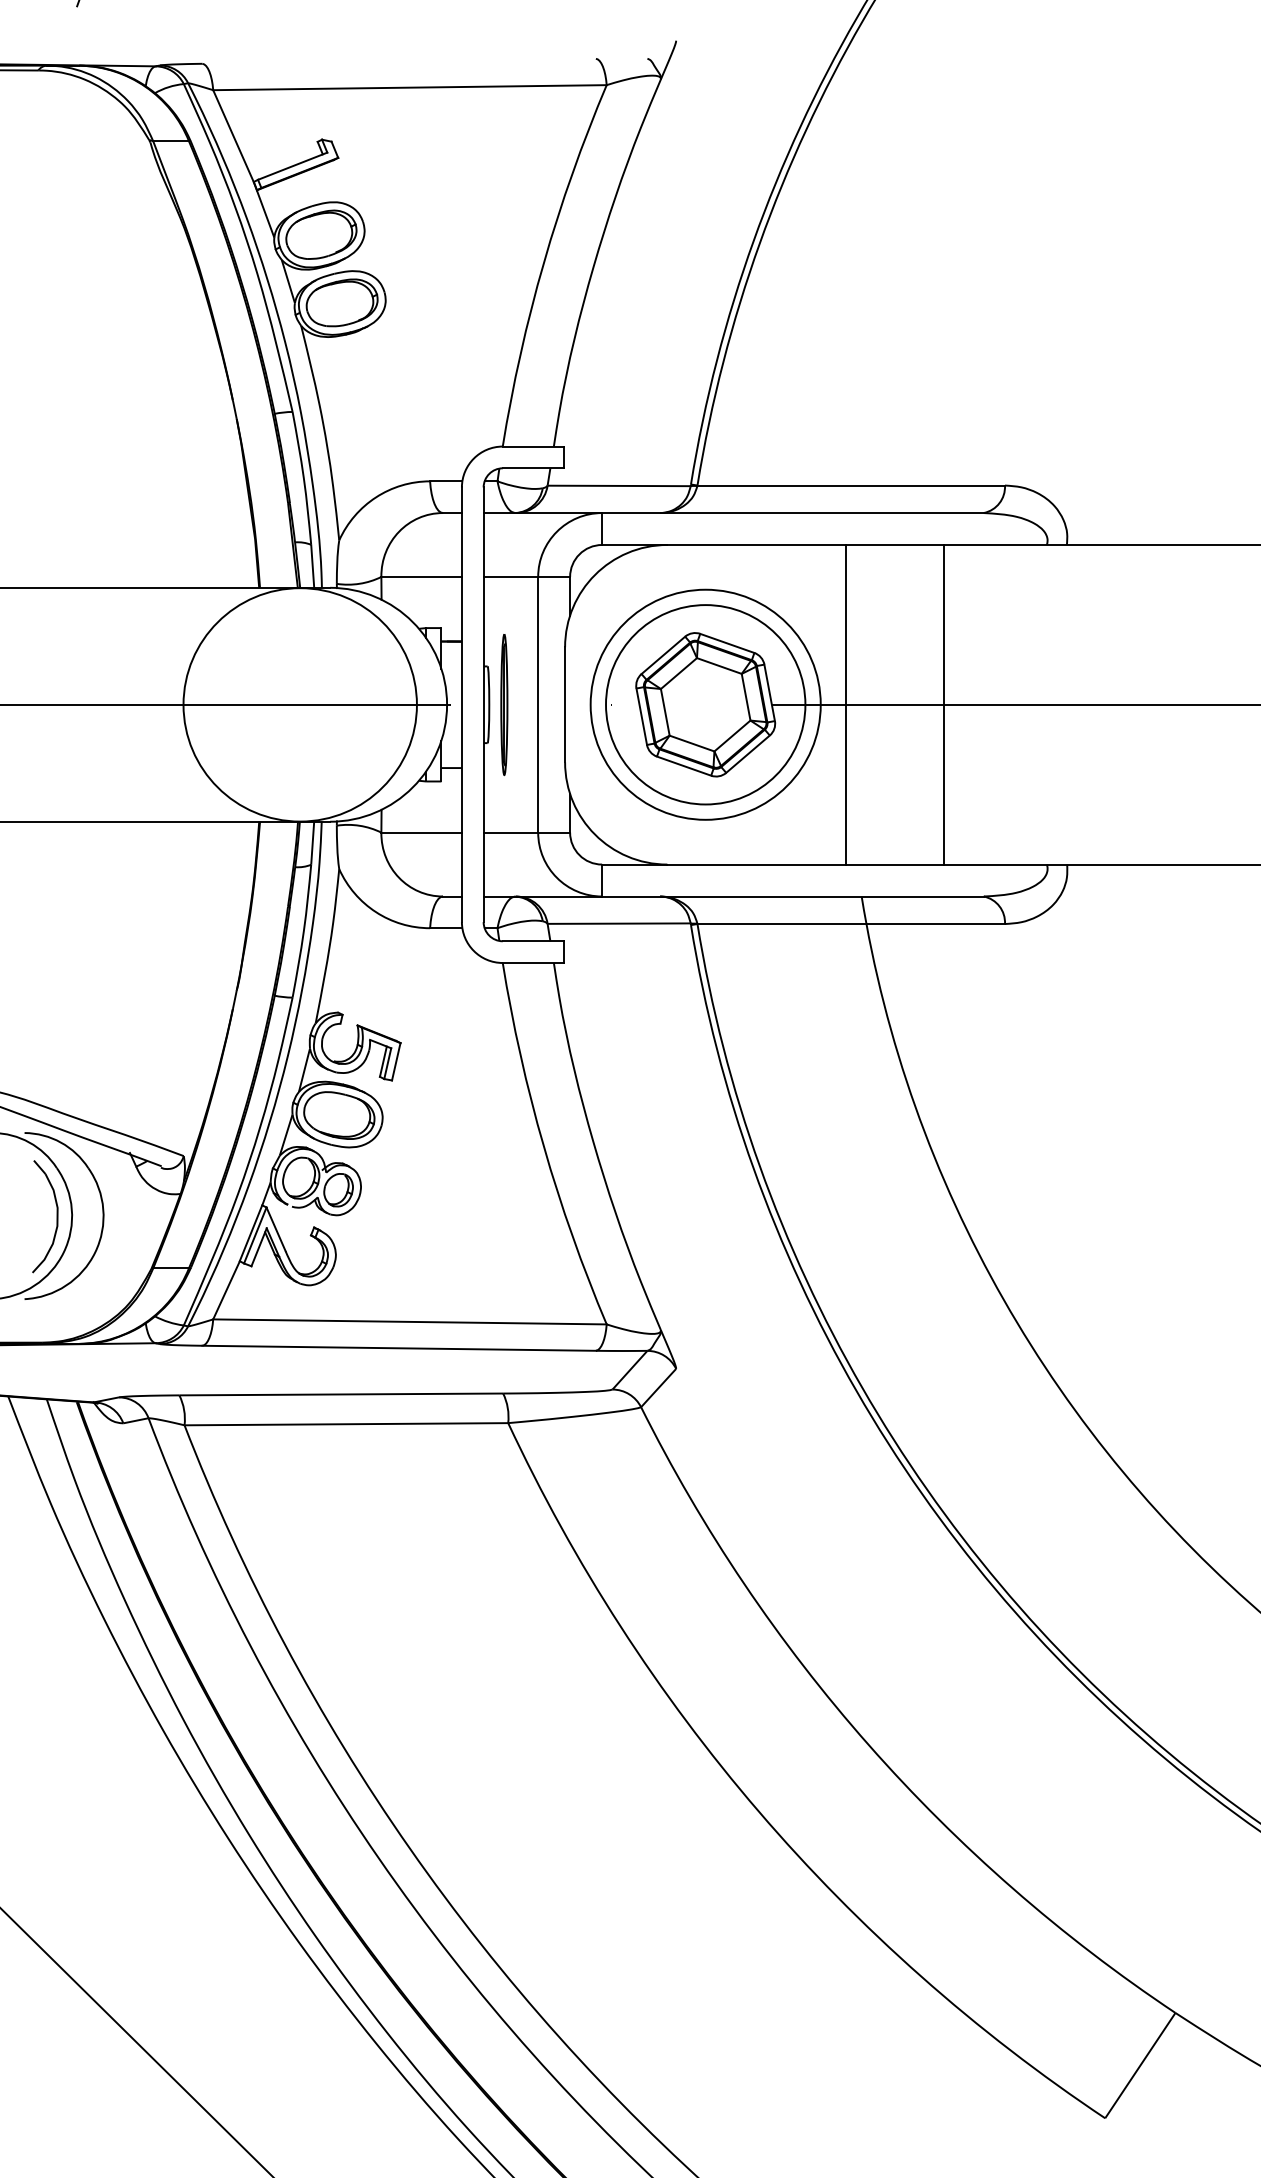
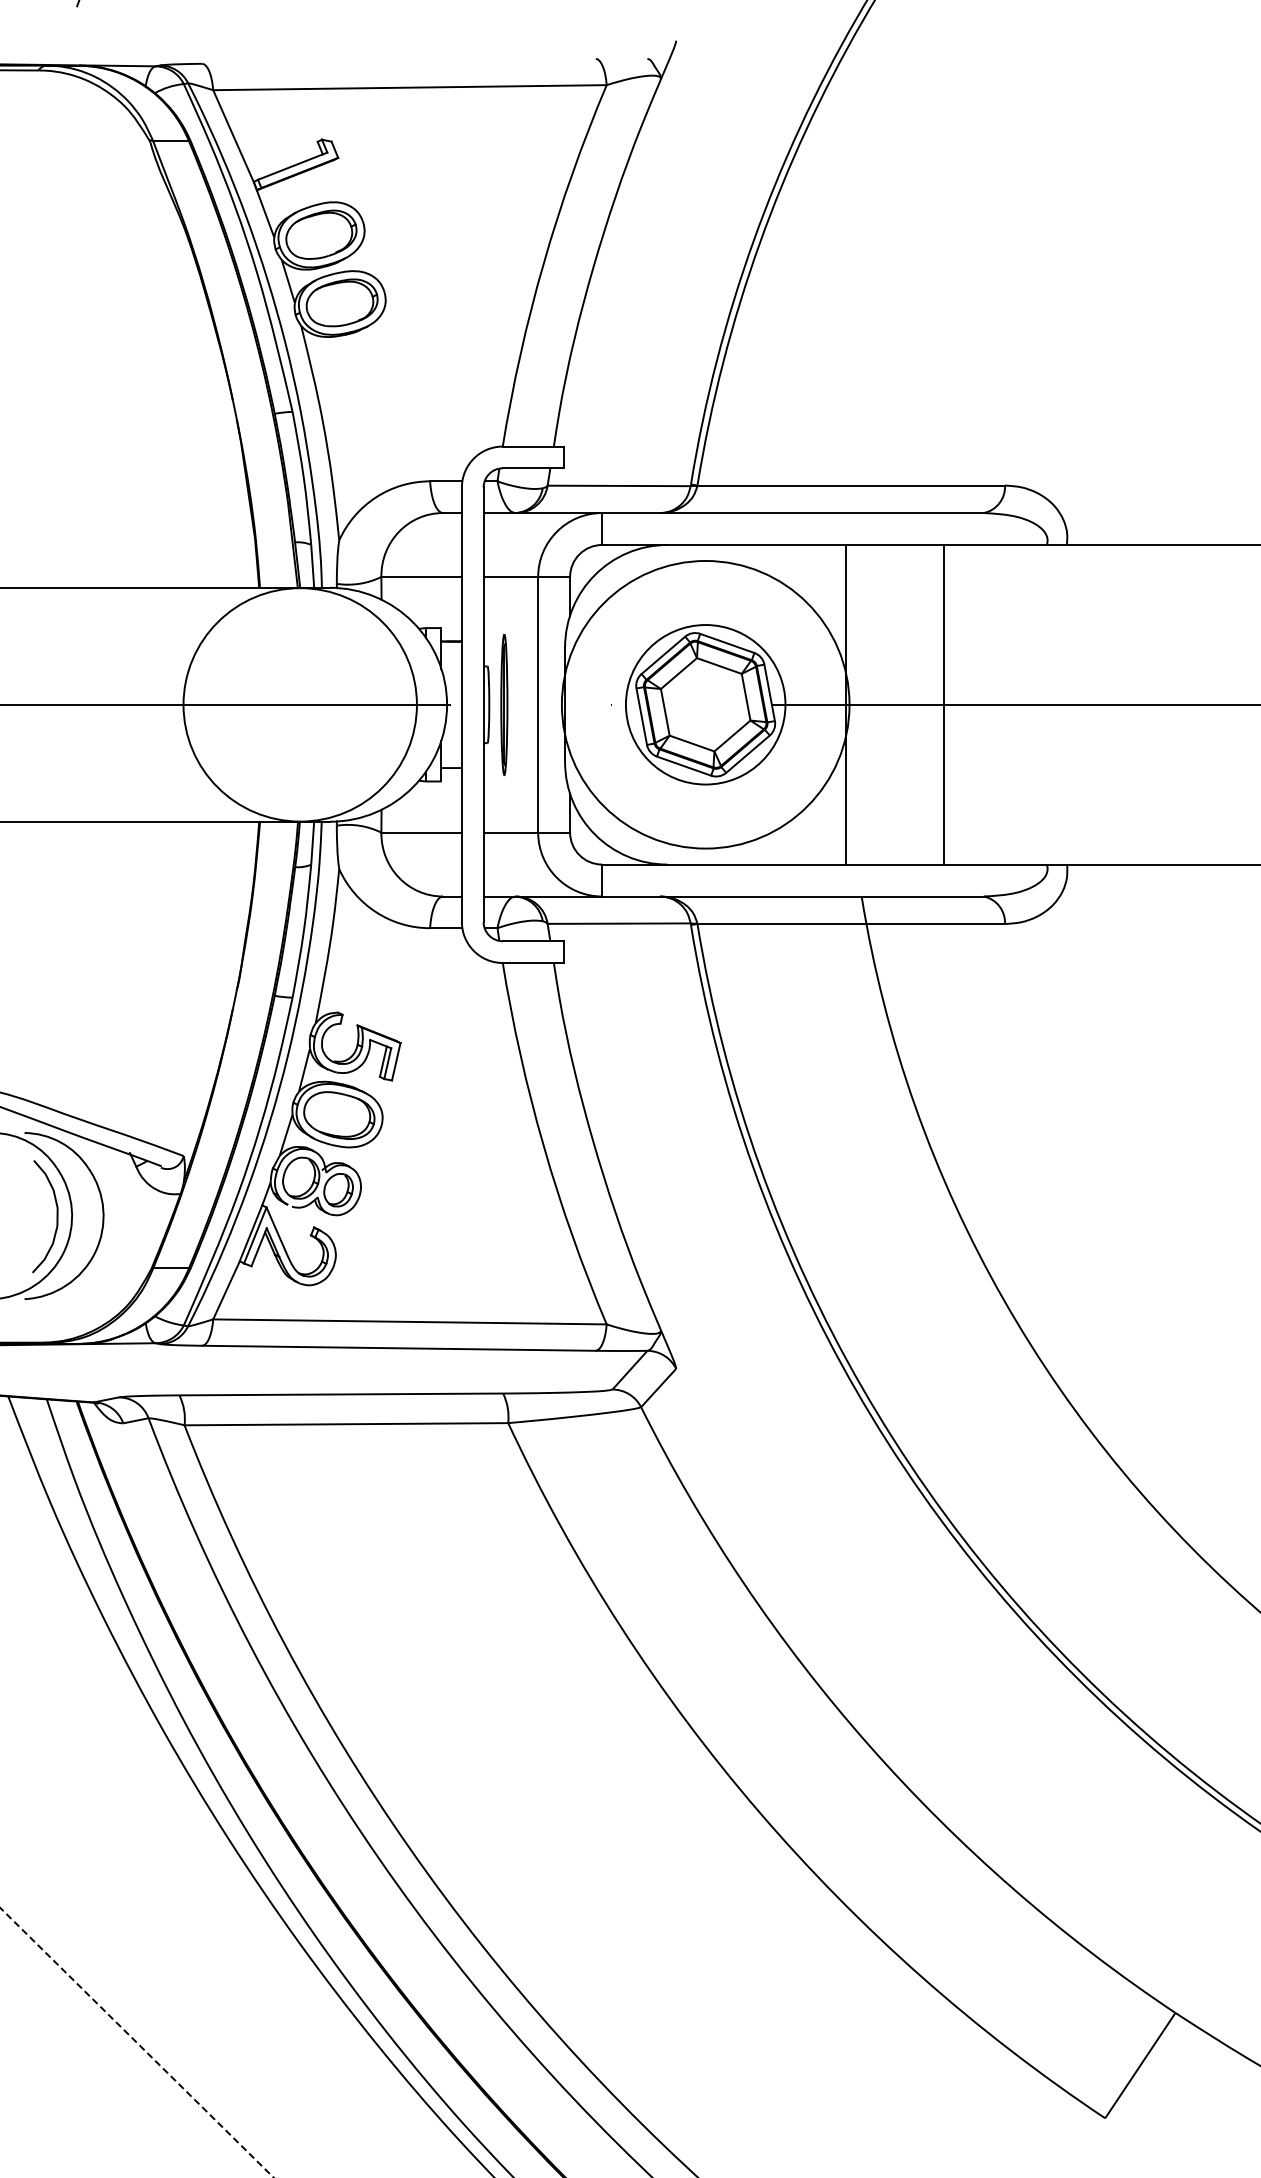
circle at (705, 704) diameter: 199 px -> 160 px
circle at (705, 704) diameter: 230 px -> 288 px
line at (137, 2042): solid -> dashed
